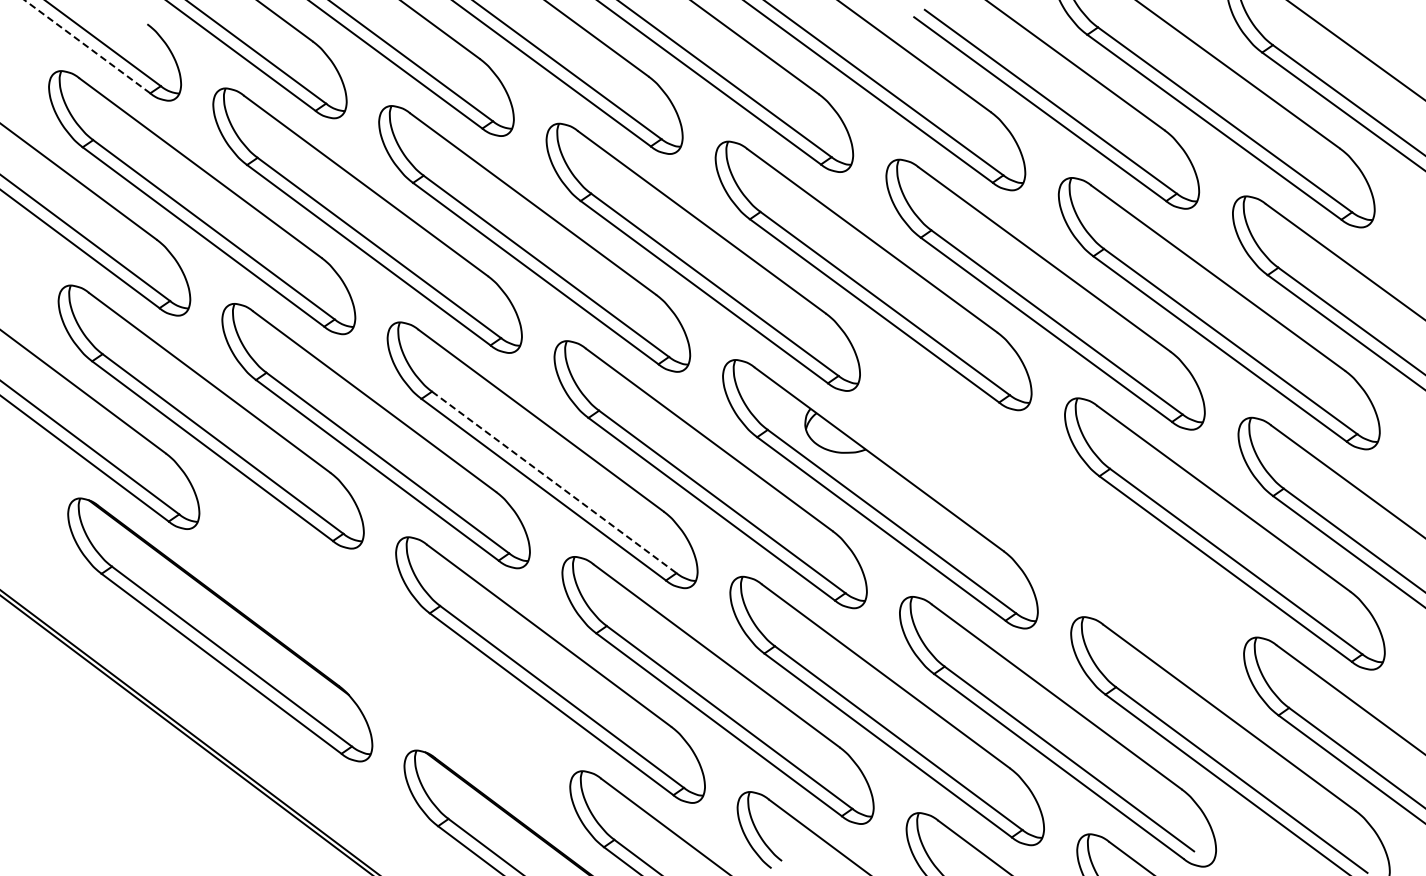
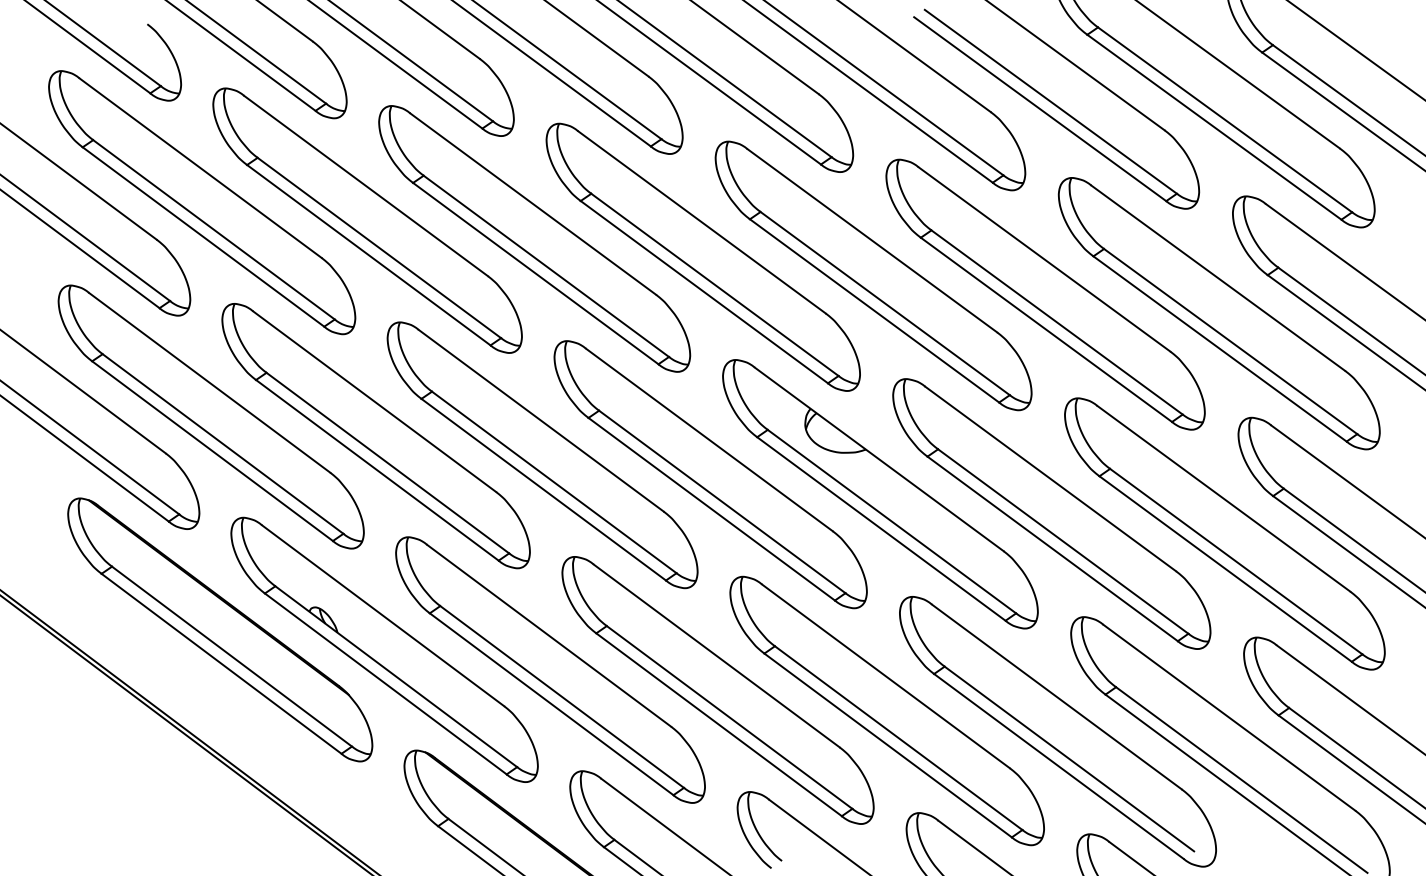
line at (86, 46): dashed -> solid
line at (554, 482): dashed -> solid
part at (1051, 513): none -> present
part at (384, 649): none -> present
